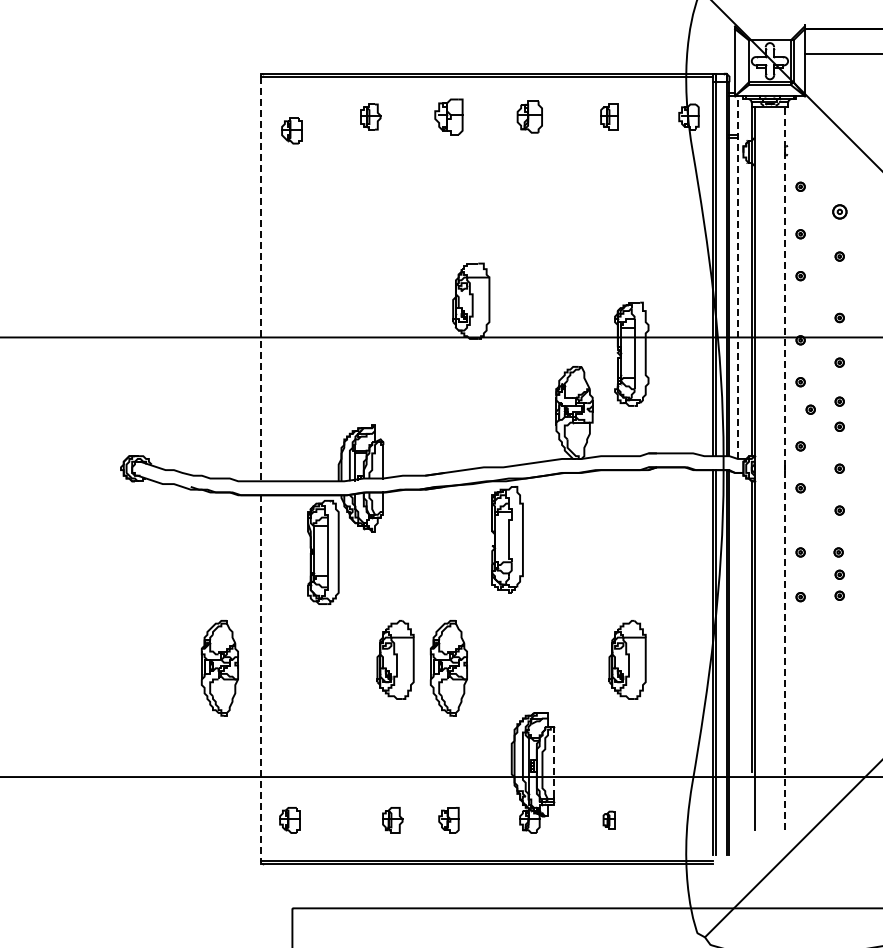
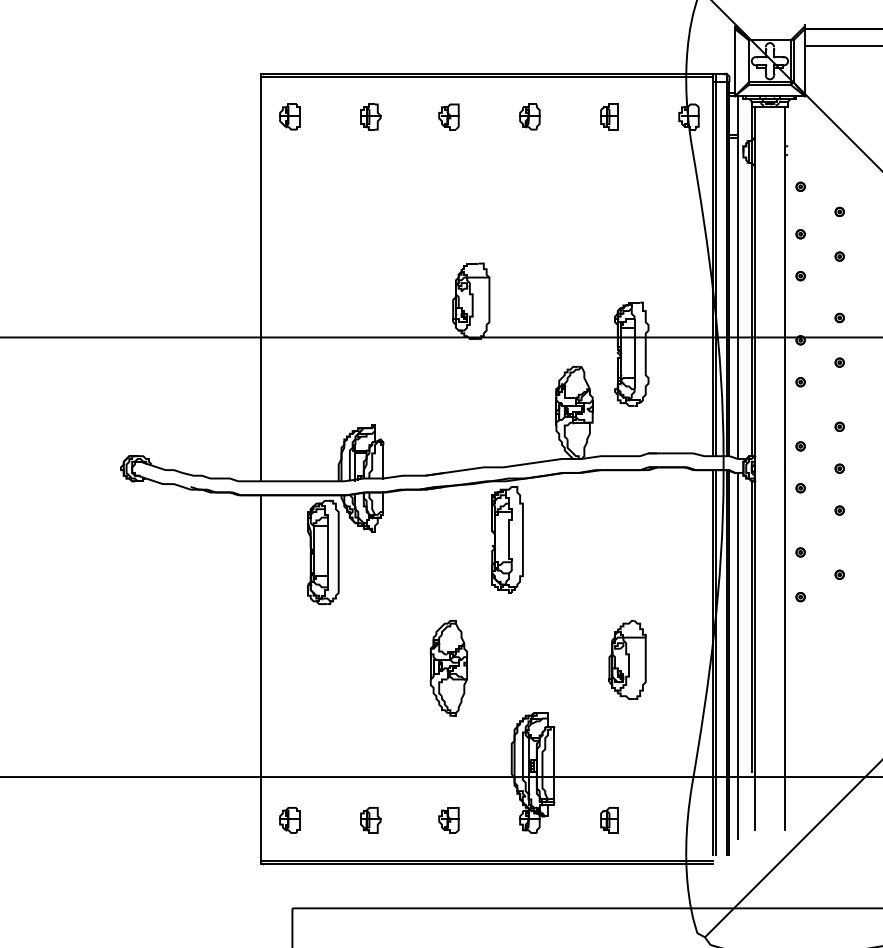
line at (841, 53) position: (841, 53) -> (841, 45)
part at (448, 116) size: 30x38 px -> 22x28 px
part at (529, 116) size: 27x34 px -> 22x28 px
part at (291, 130) position: (291, 130) -> (289, 116)
part at (839, 211) size: 16x16 px -> 11x12 px
line at (737, 277): dashed -> solid
line at (260, 279): dashed -> solid
part at (839, 401): present -> none
part at (810, 409): present -> none
line at (785, 468): dashed -> solid
part at (838, 552): present -> none
part at (839, 595): present -> none
line at (737, 655): none -> present
part at (395, 659): present -> none
part at (219, 668): present -> none
line at (260, 678): dashed -> solid
line at (553, 764): dashed -> solid
part at (608, 819) size: 14x20 px -> 19x27 px
part at (392, 820) position: (392, 820) -> (370, 820)
